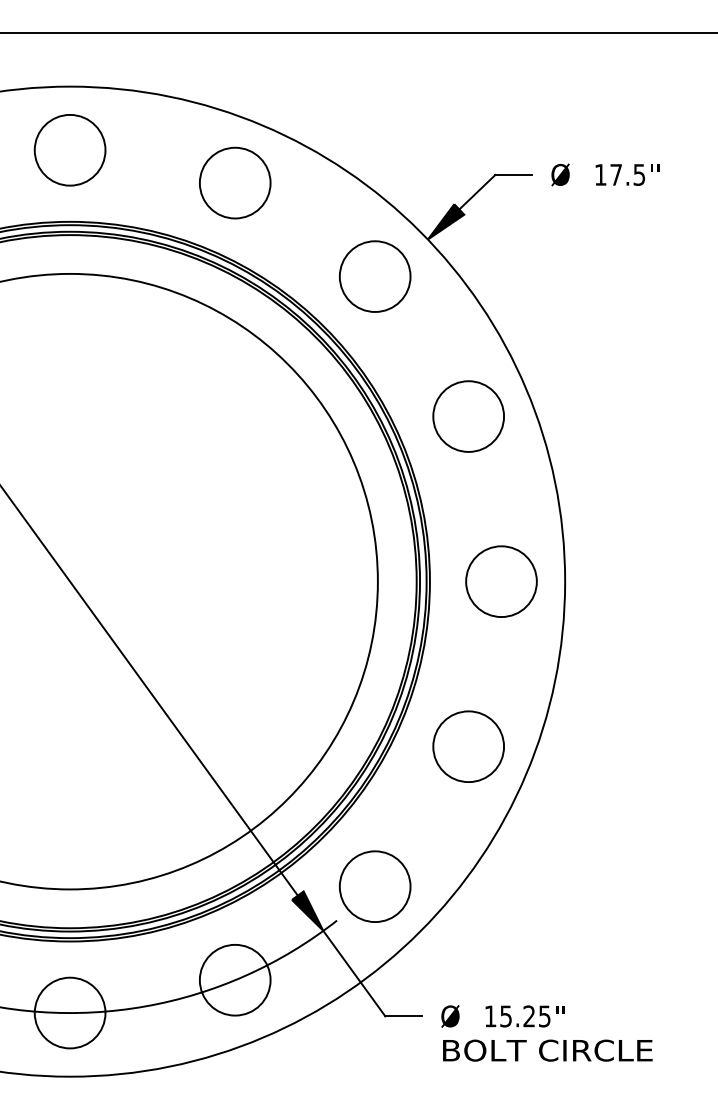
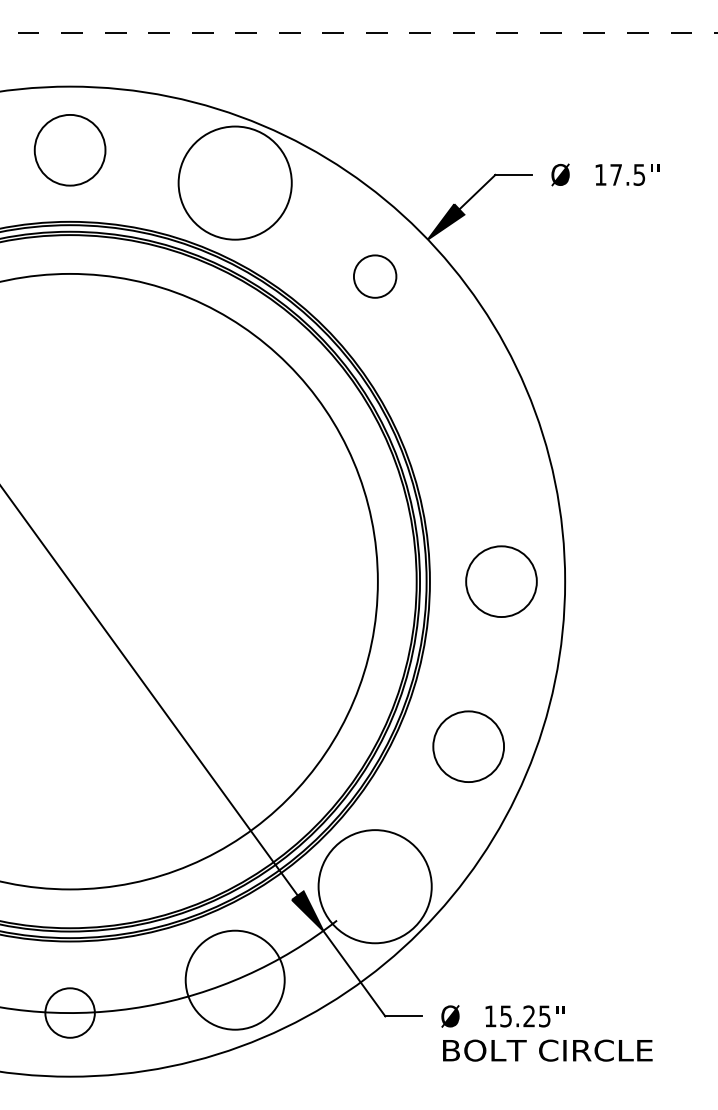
line at (359, 33): solid -> dashed
circle at (234, 182) diameter: 71 px -> 113 px
circle at (374, 276) diameter: 71 px -> 42 px
circle at (468, 416): present -> none
circle at (374, 886) diameter: 71 px -> 113 px
circle at (234, 979) diameter: 71 px -> 99 px
circle at (69, 1012) diameter: 71 px -> 50 px
